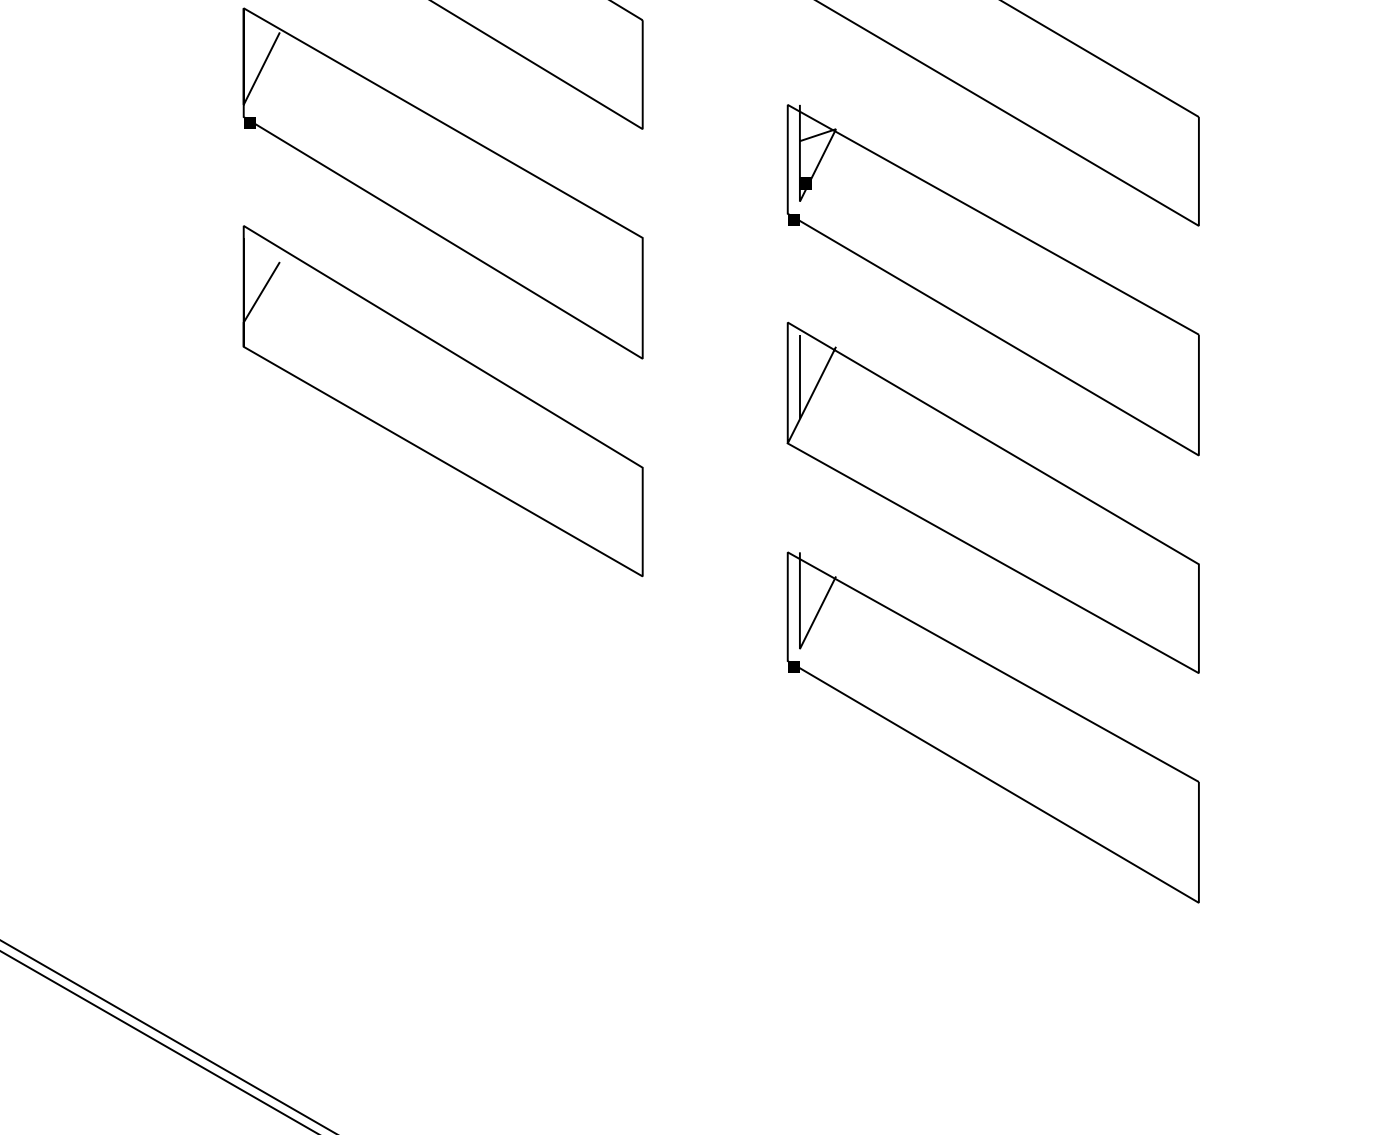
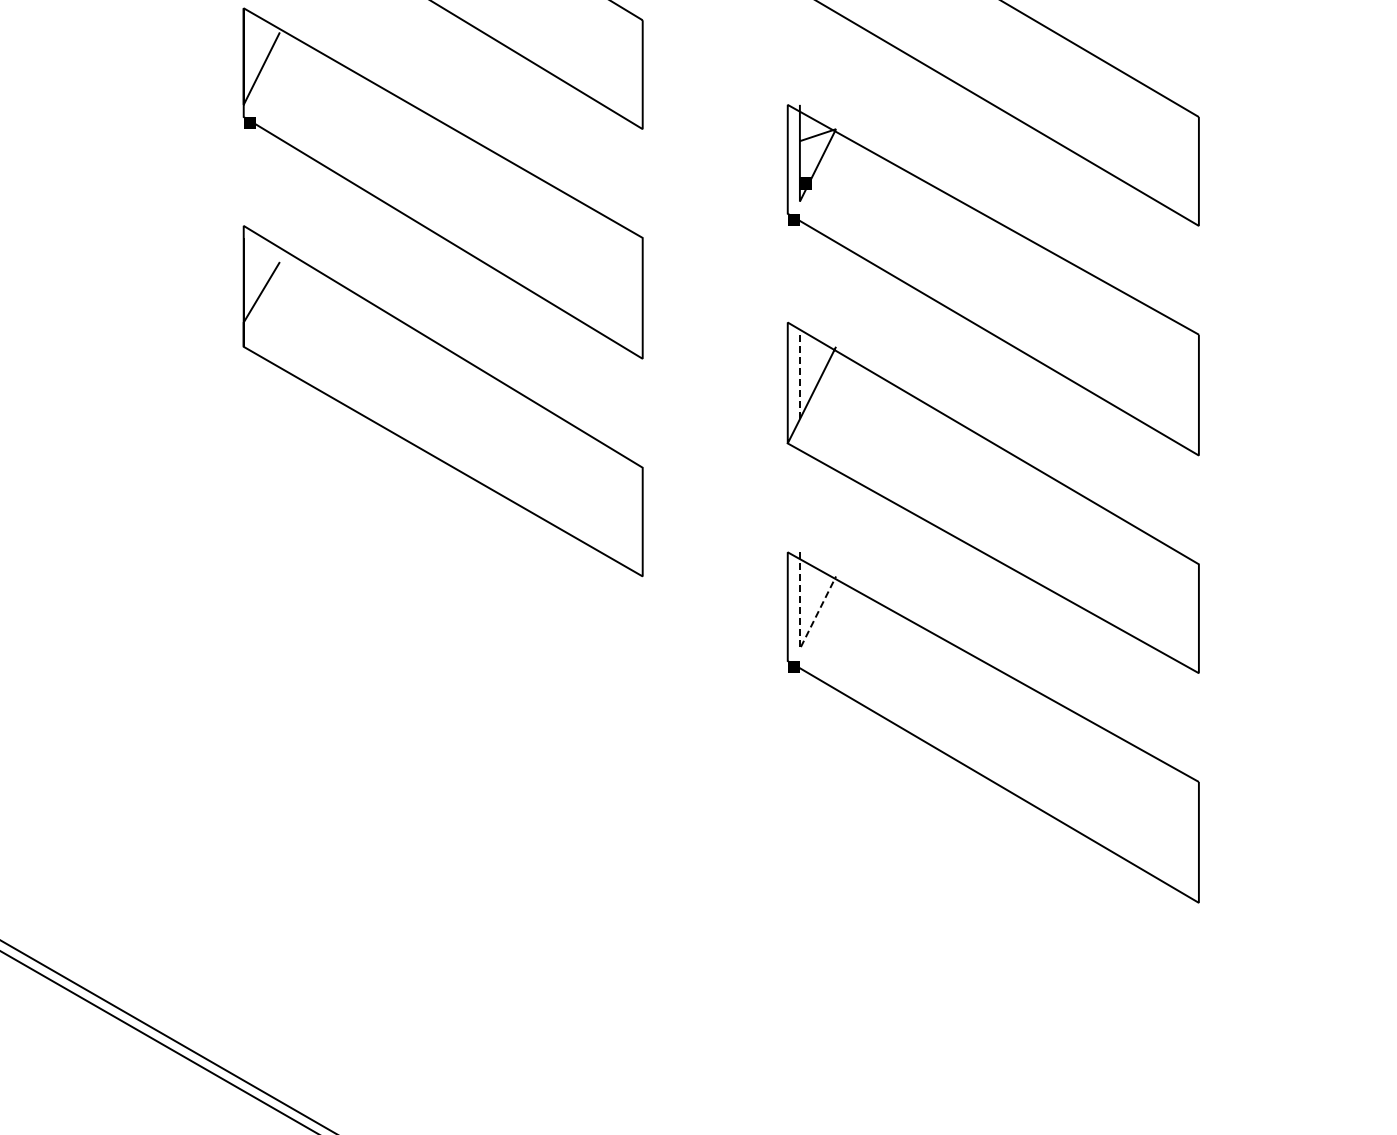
line at (799, 376): solid -> dashed
line at (799, 642): solid -> dashed
